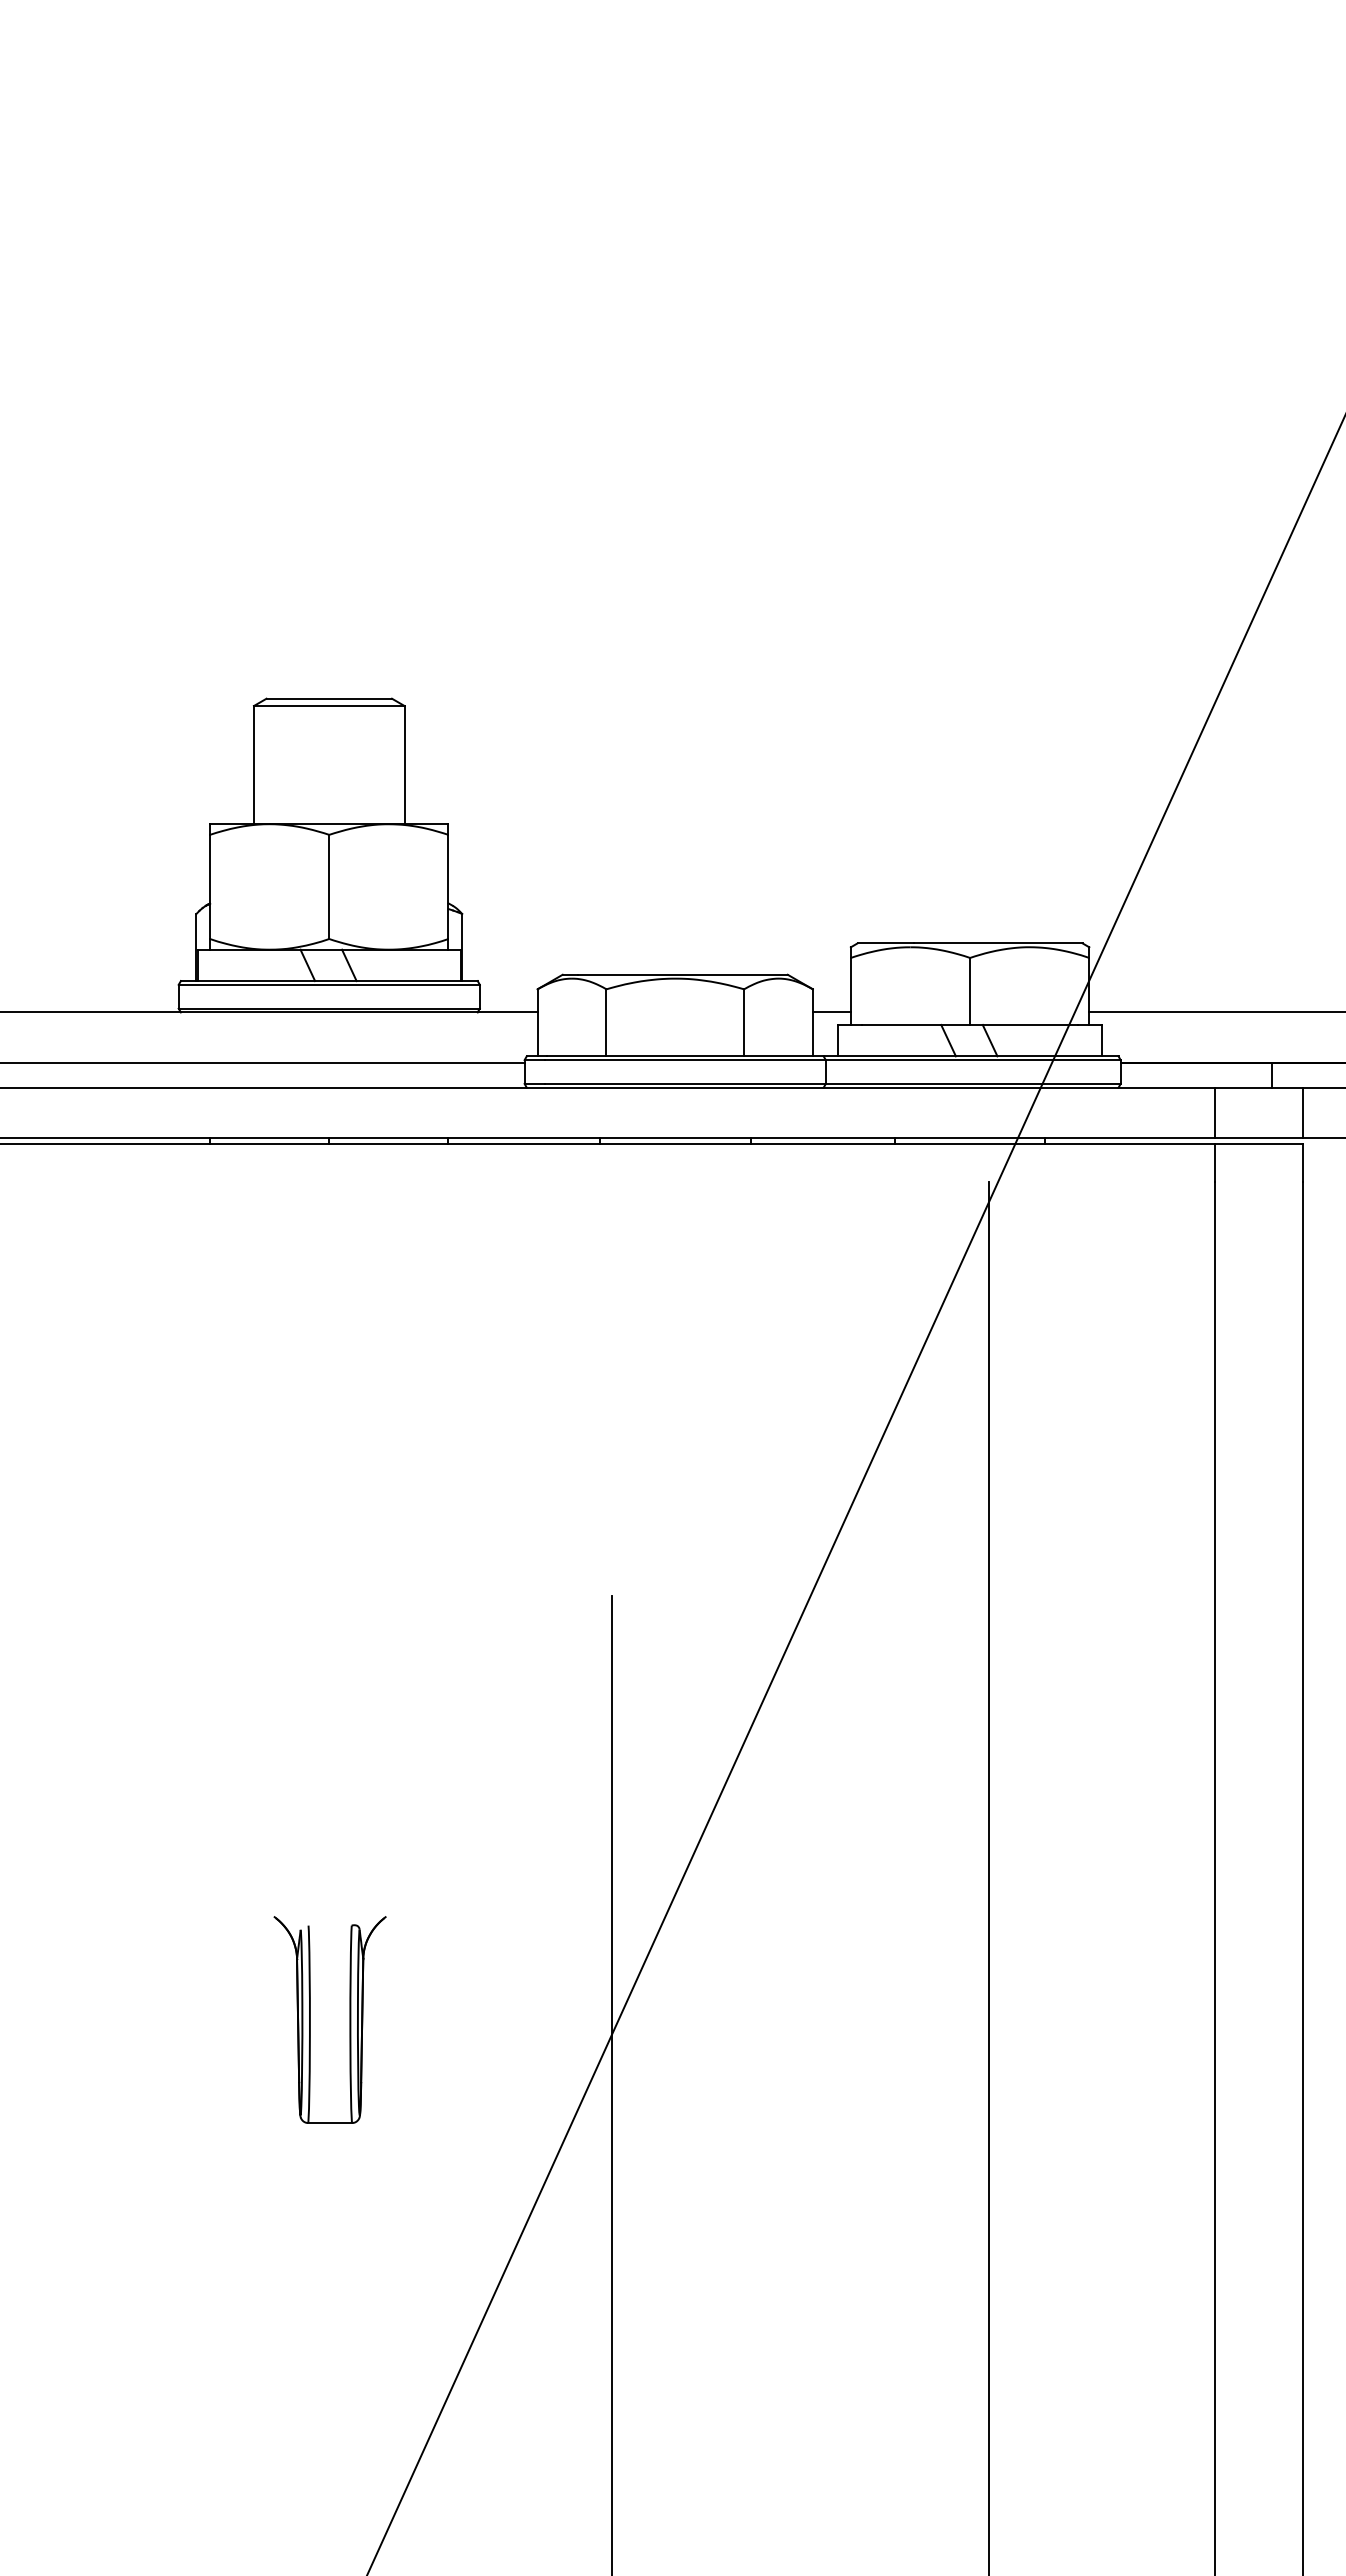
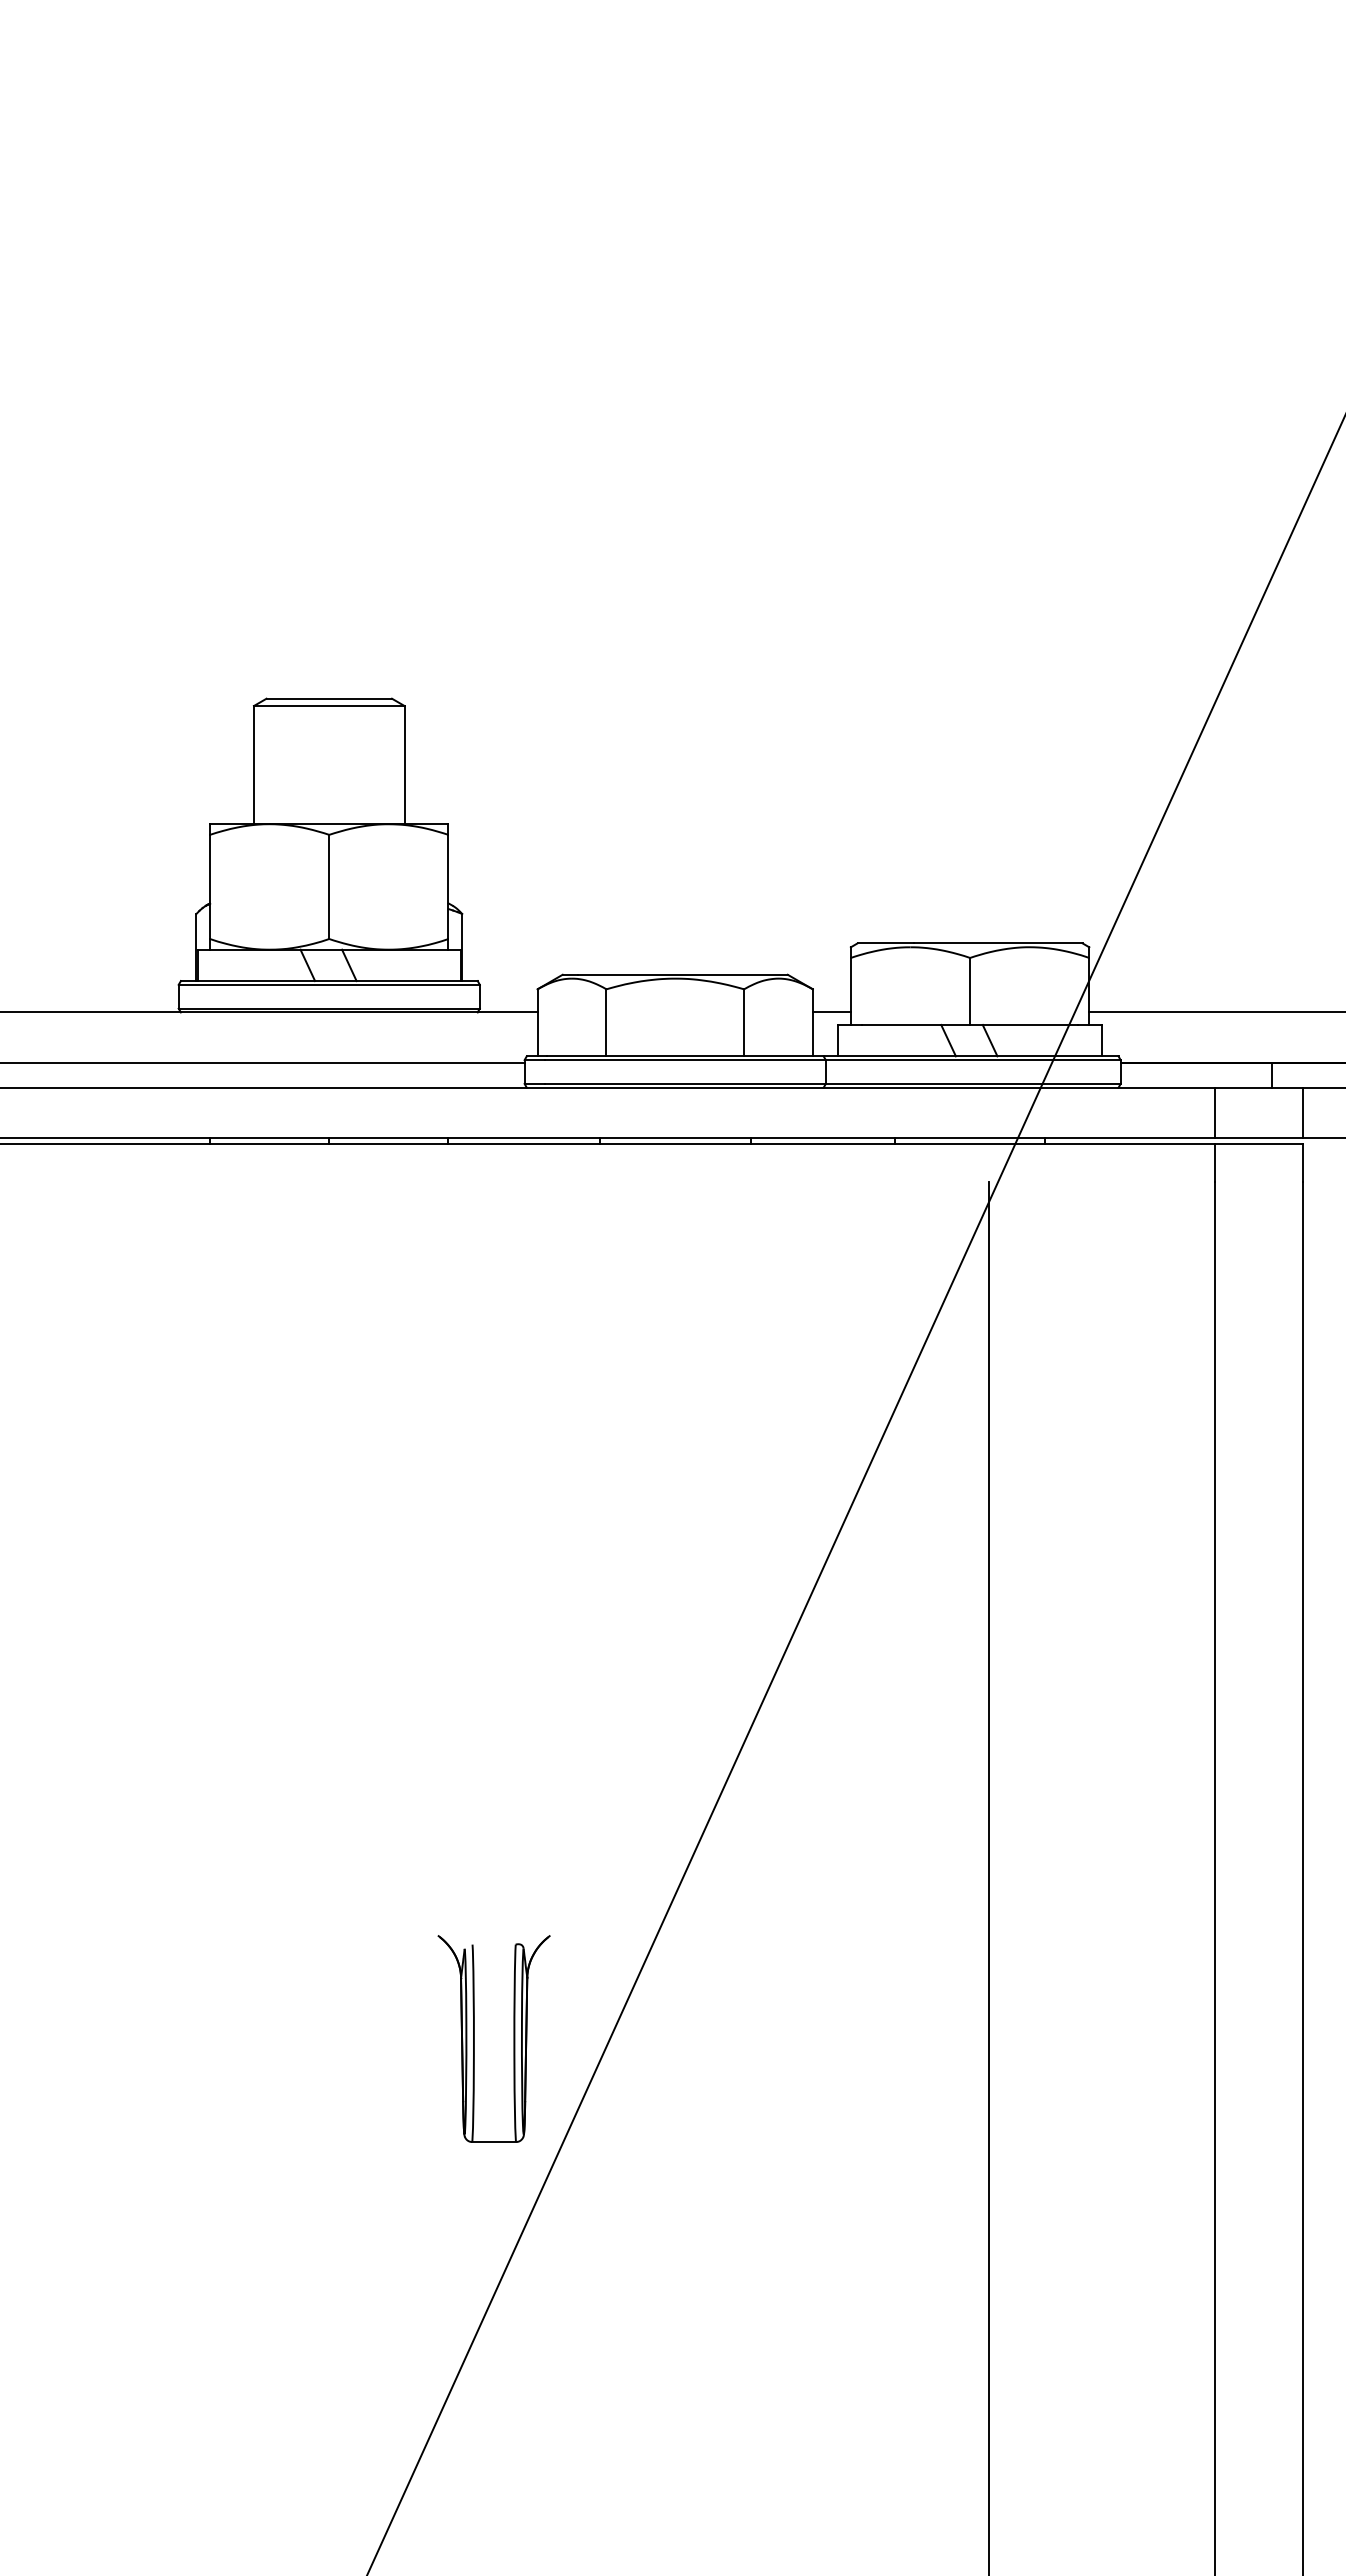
part at (310, 2019) position: (310, 2019) -> (474, 2038)
line at (612, 2083): present -> none
